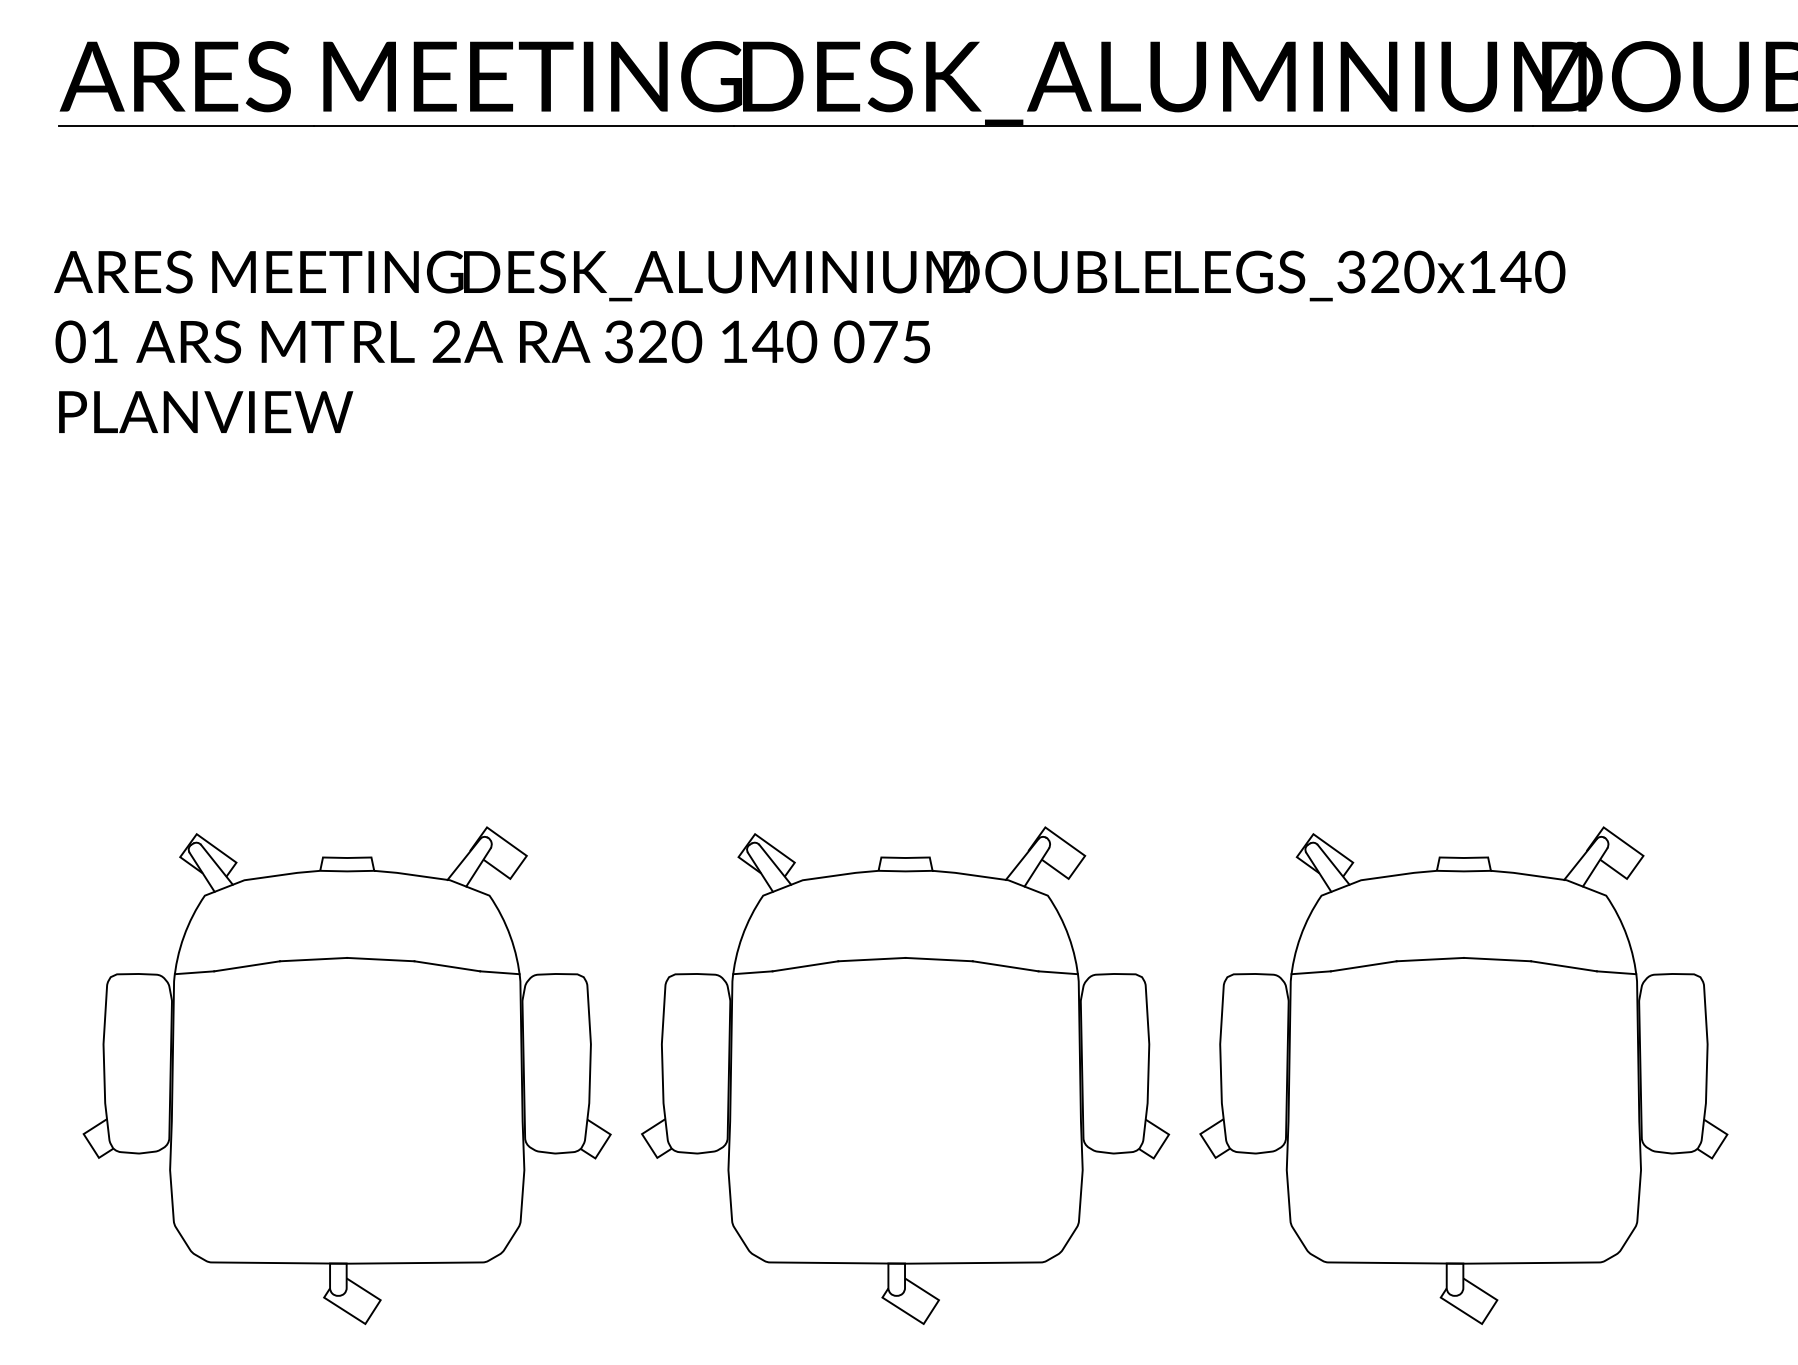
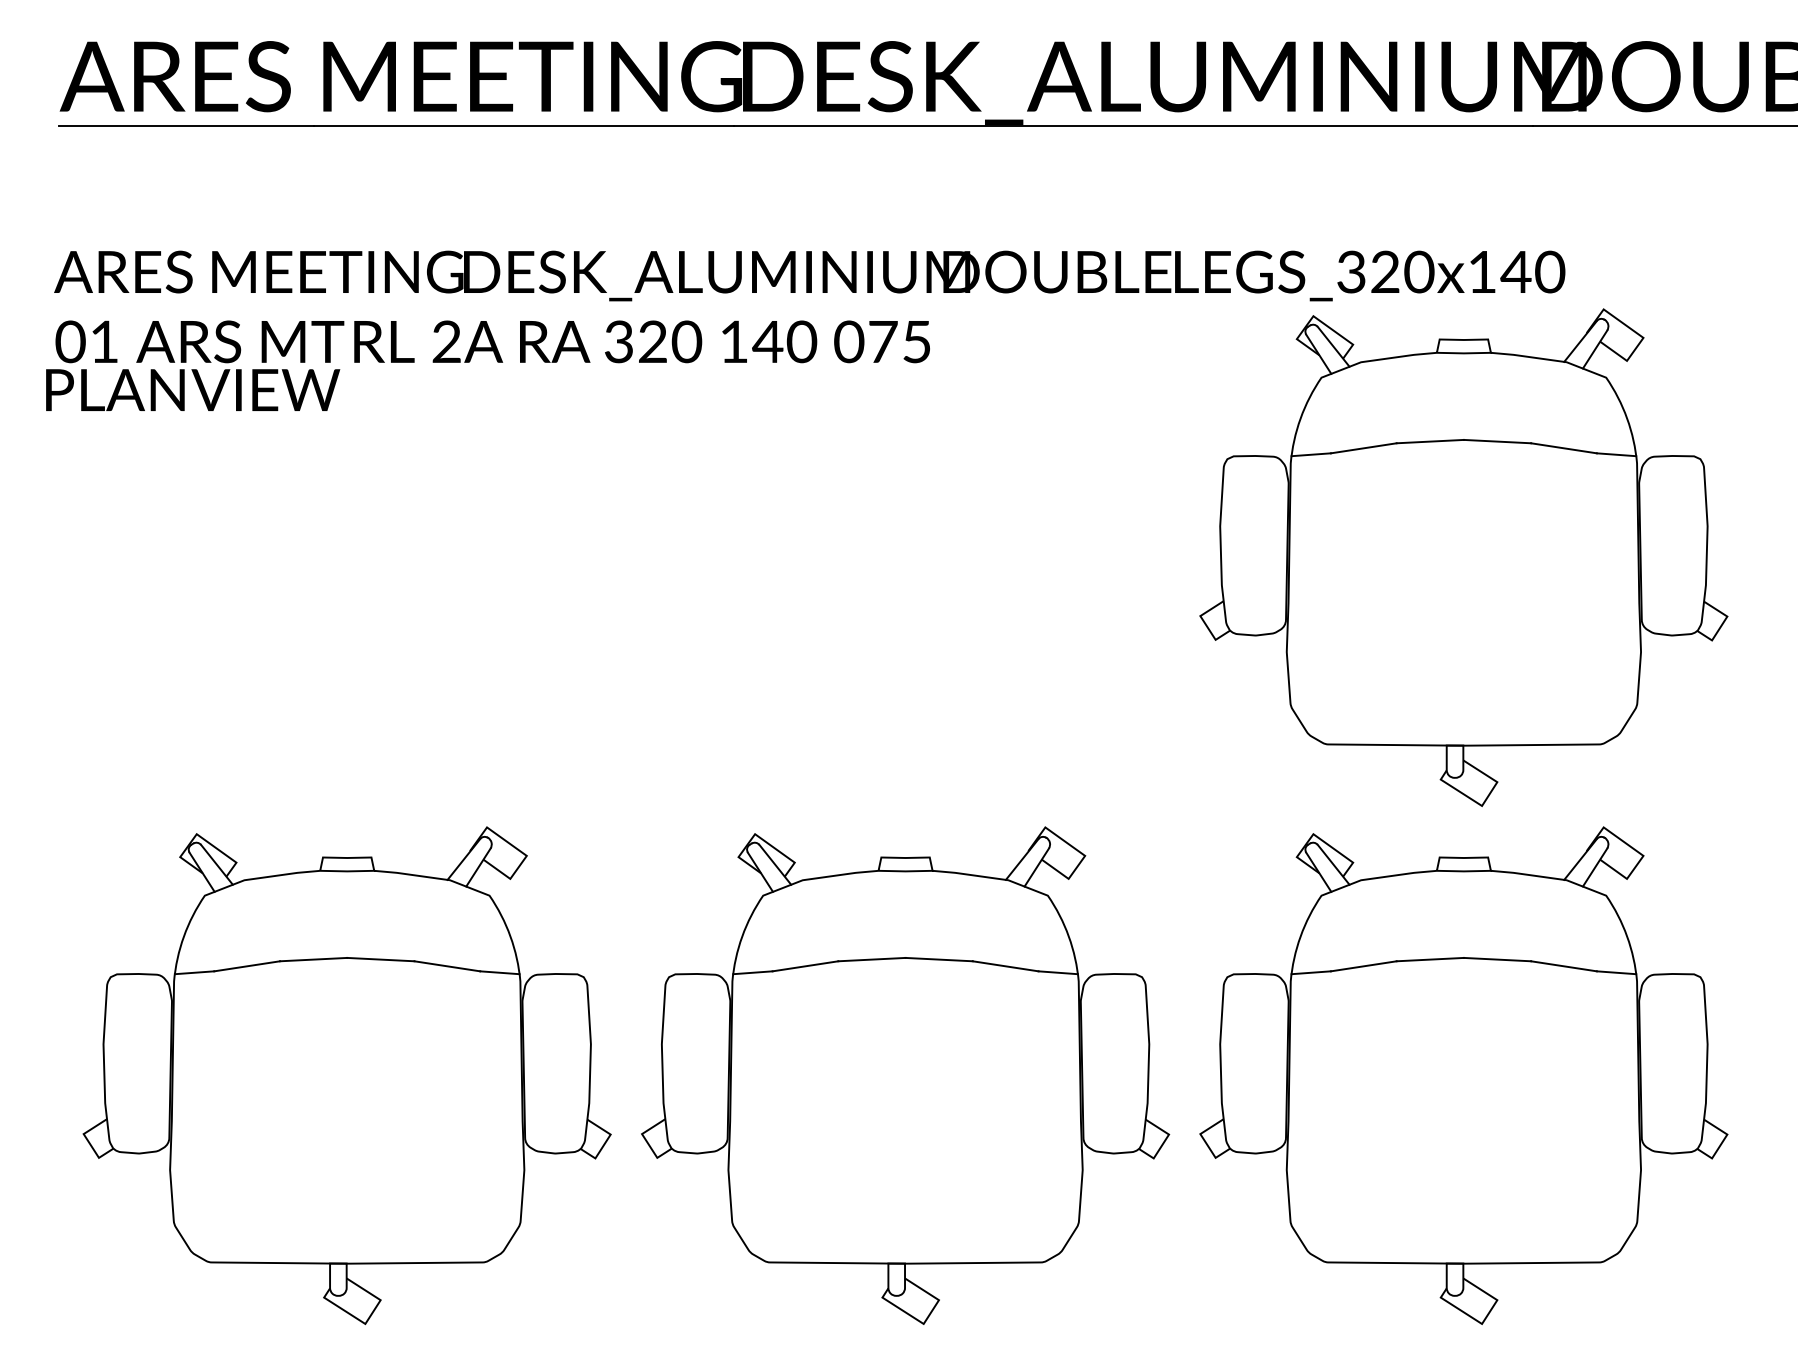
text at (206, 411) position: (206, 411) -> (193, 389)
part at (1463, 557): none -> present
